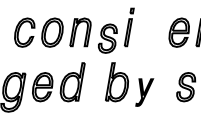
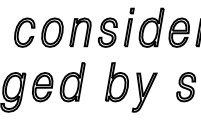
part at (151, 27): none -> present
part at (107, 38) position: (107, 38) -> (107, 32)
part at (144, 92) size: 20x29 px -> 27x41 px
